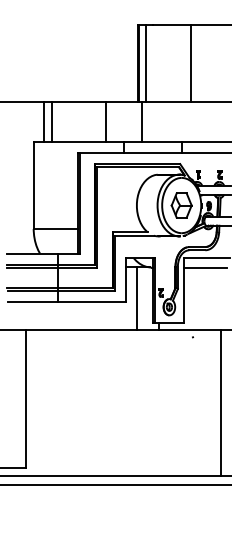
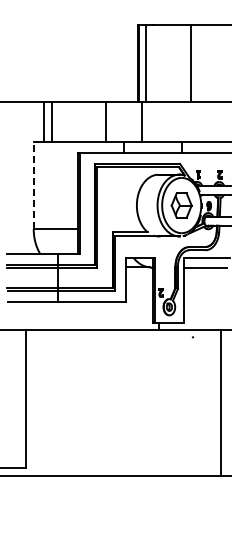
line at (33, 185): solid -> dashed
line at (137, 298): present -> none
line at (115, 484): present -> none
